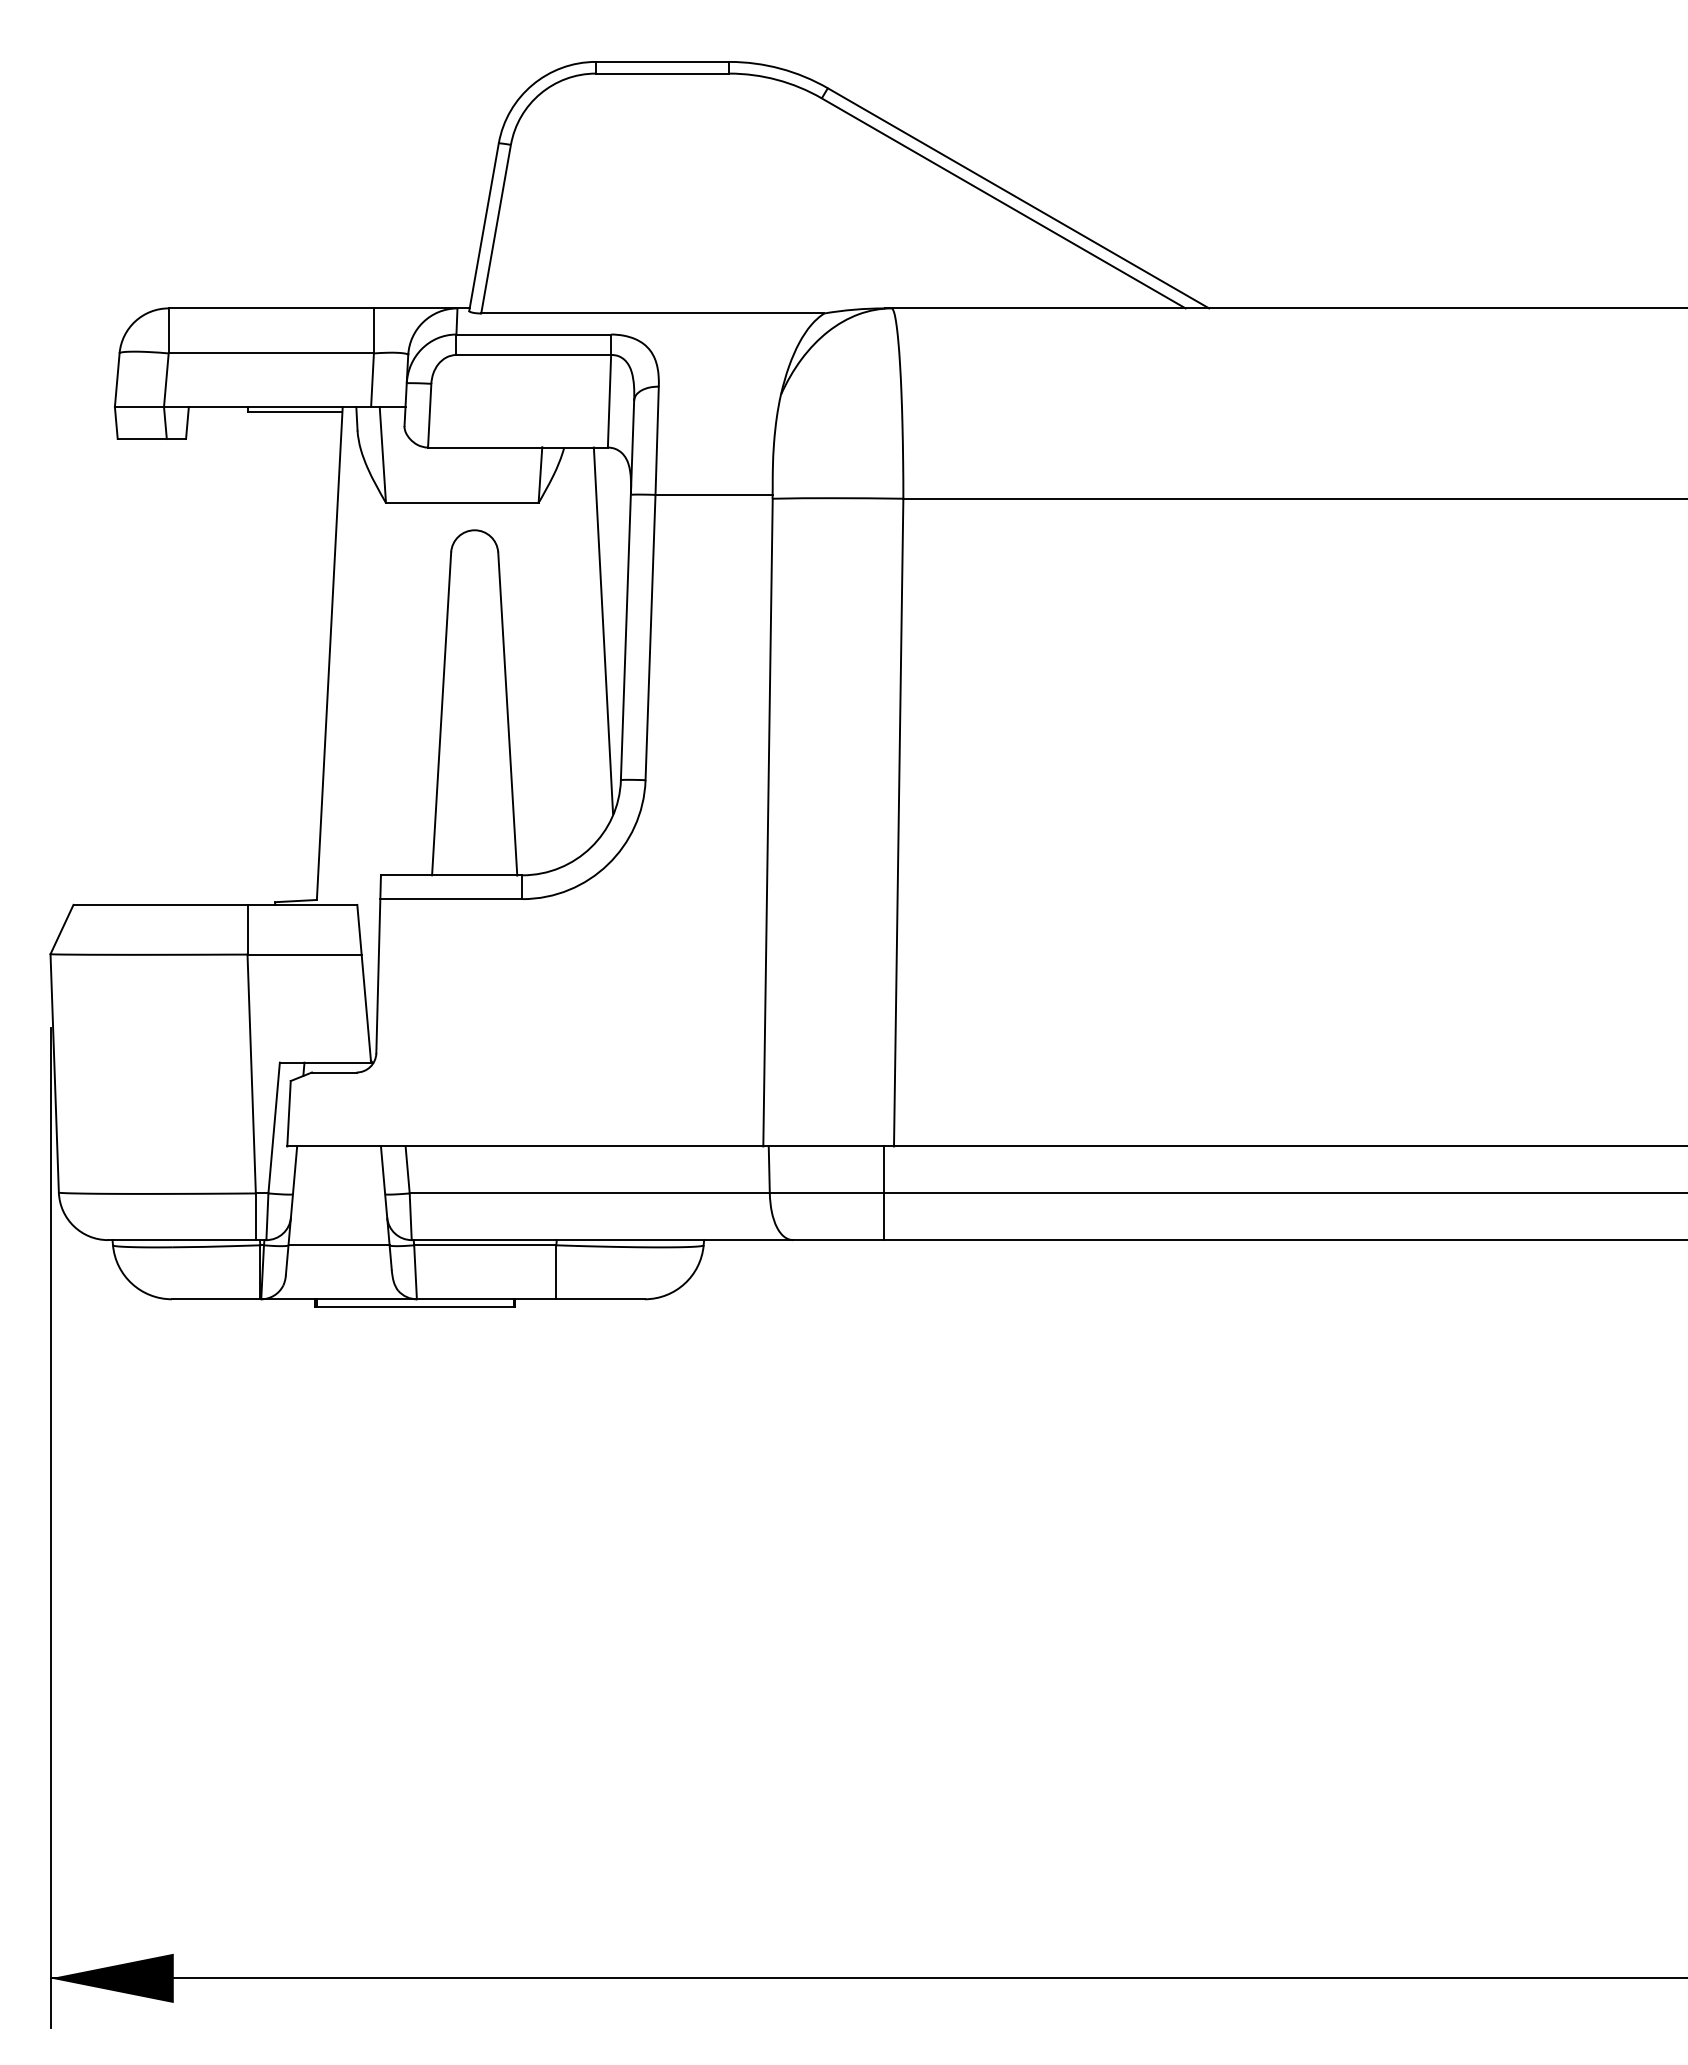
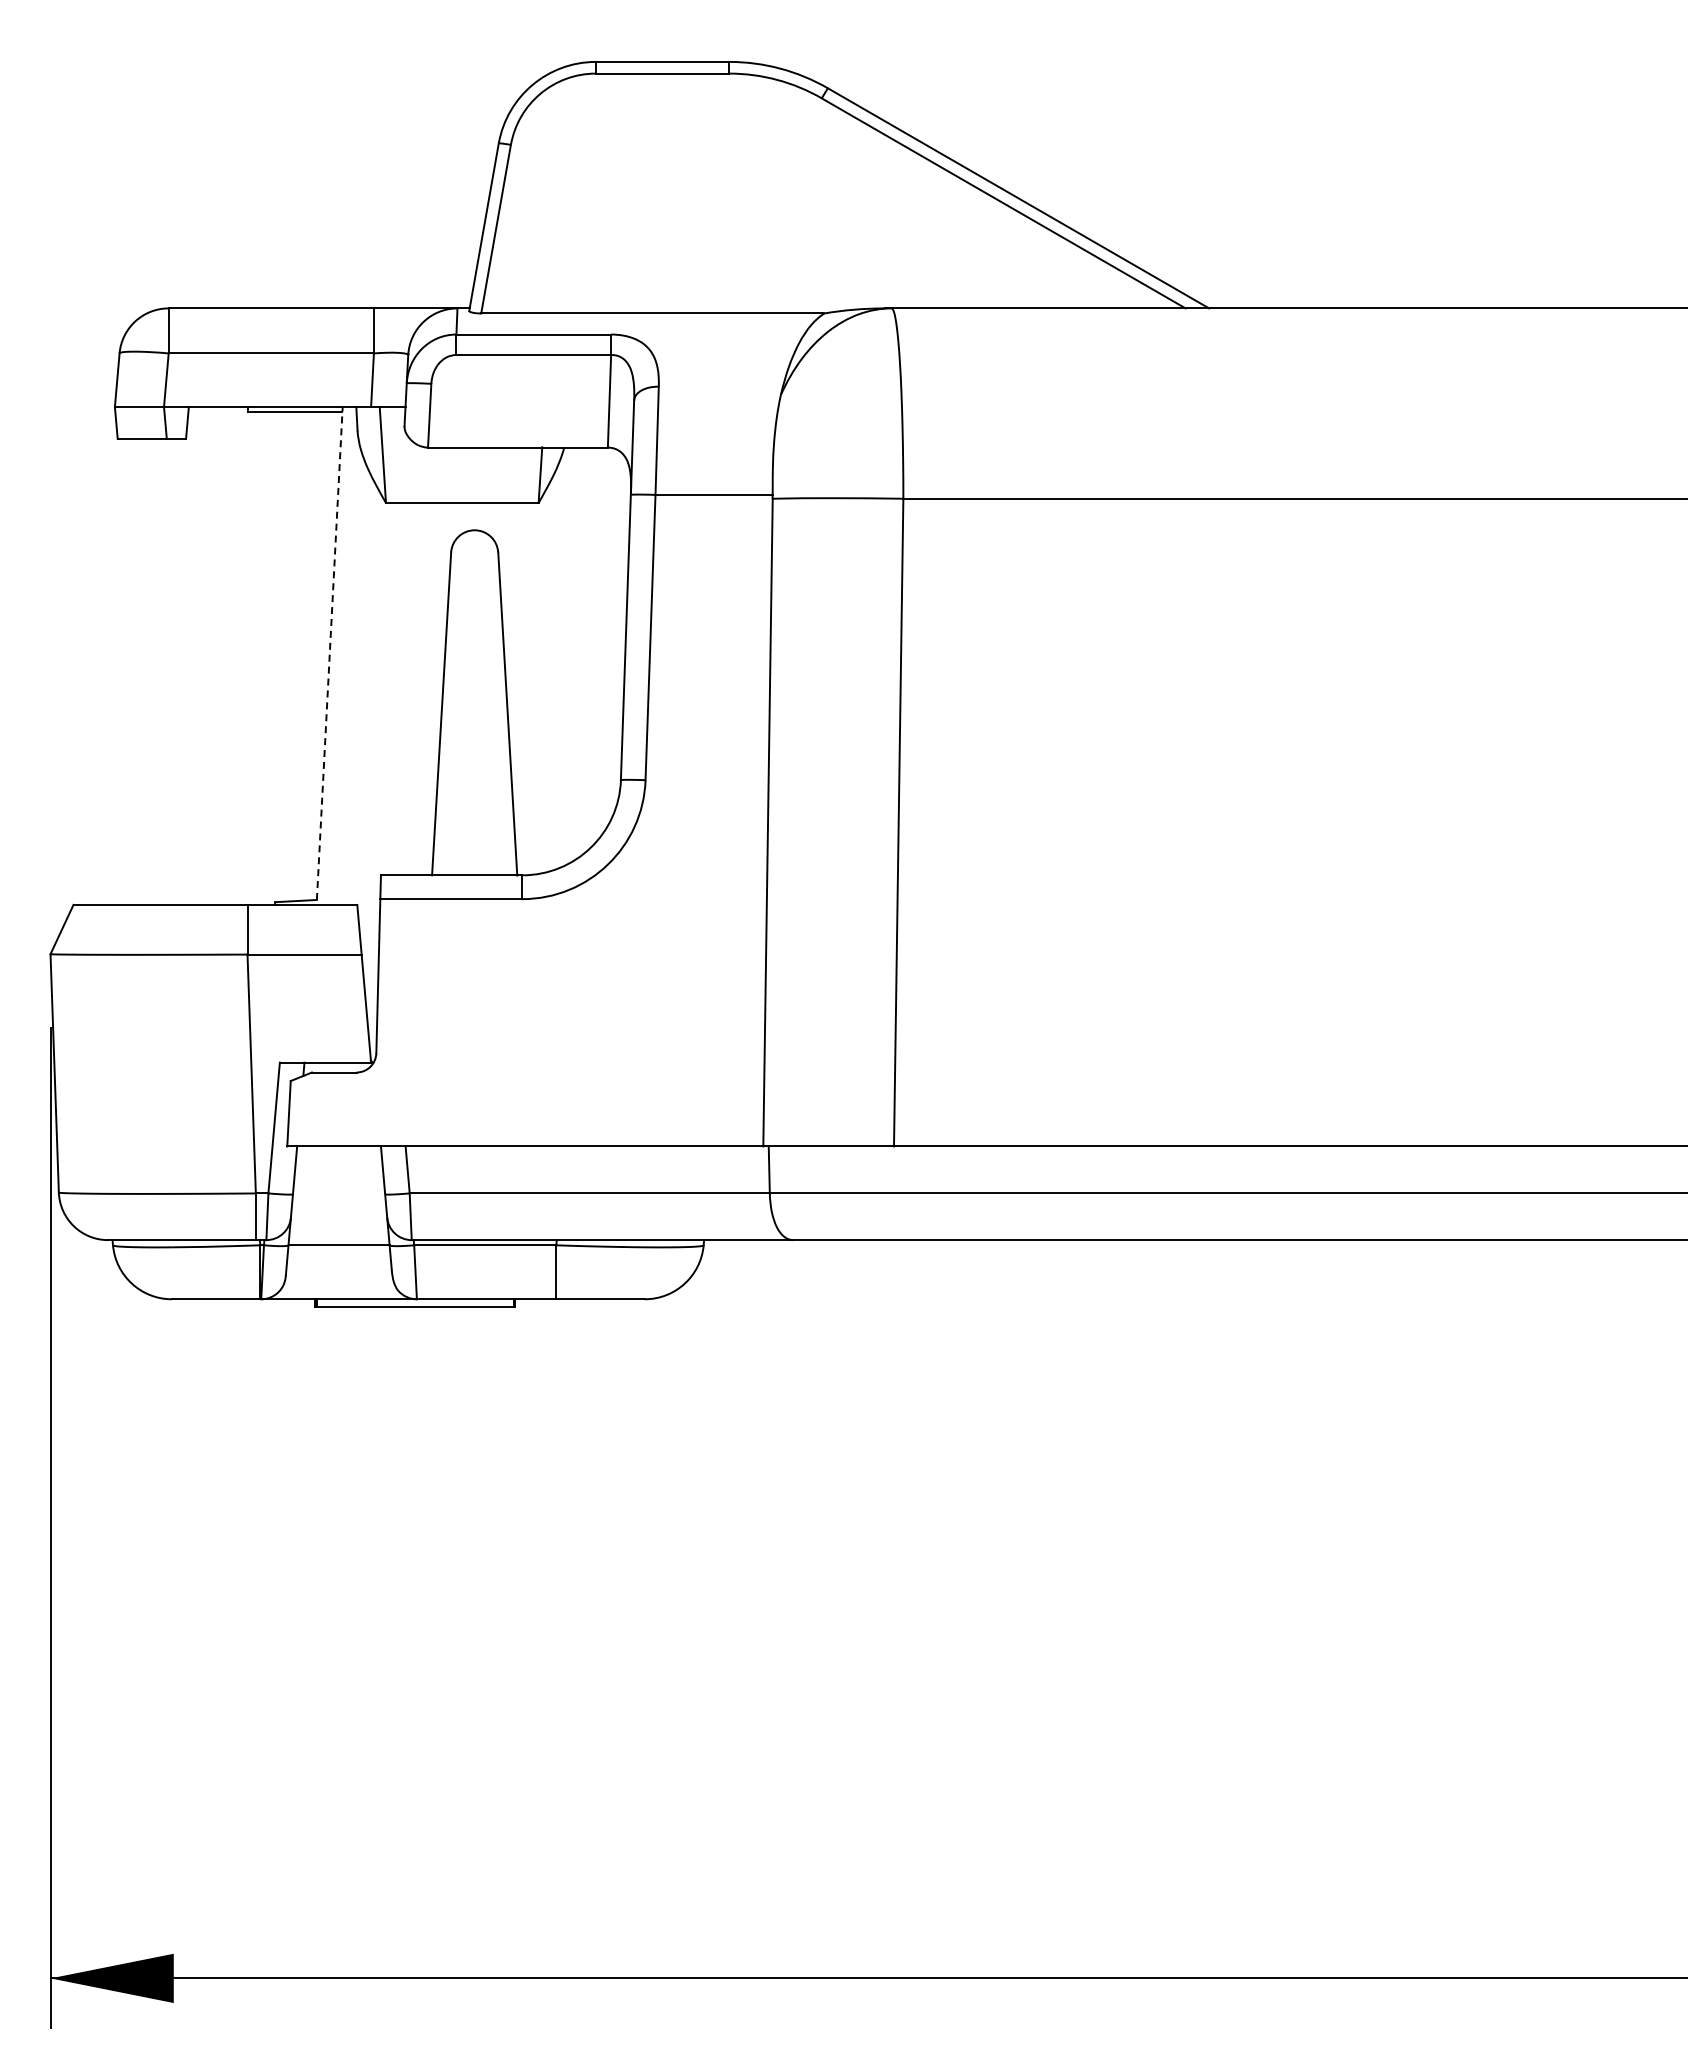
line at (603, 630): present -> none
line at (329, 653): solid -> dashed
line at (884, 1193): present -> none
